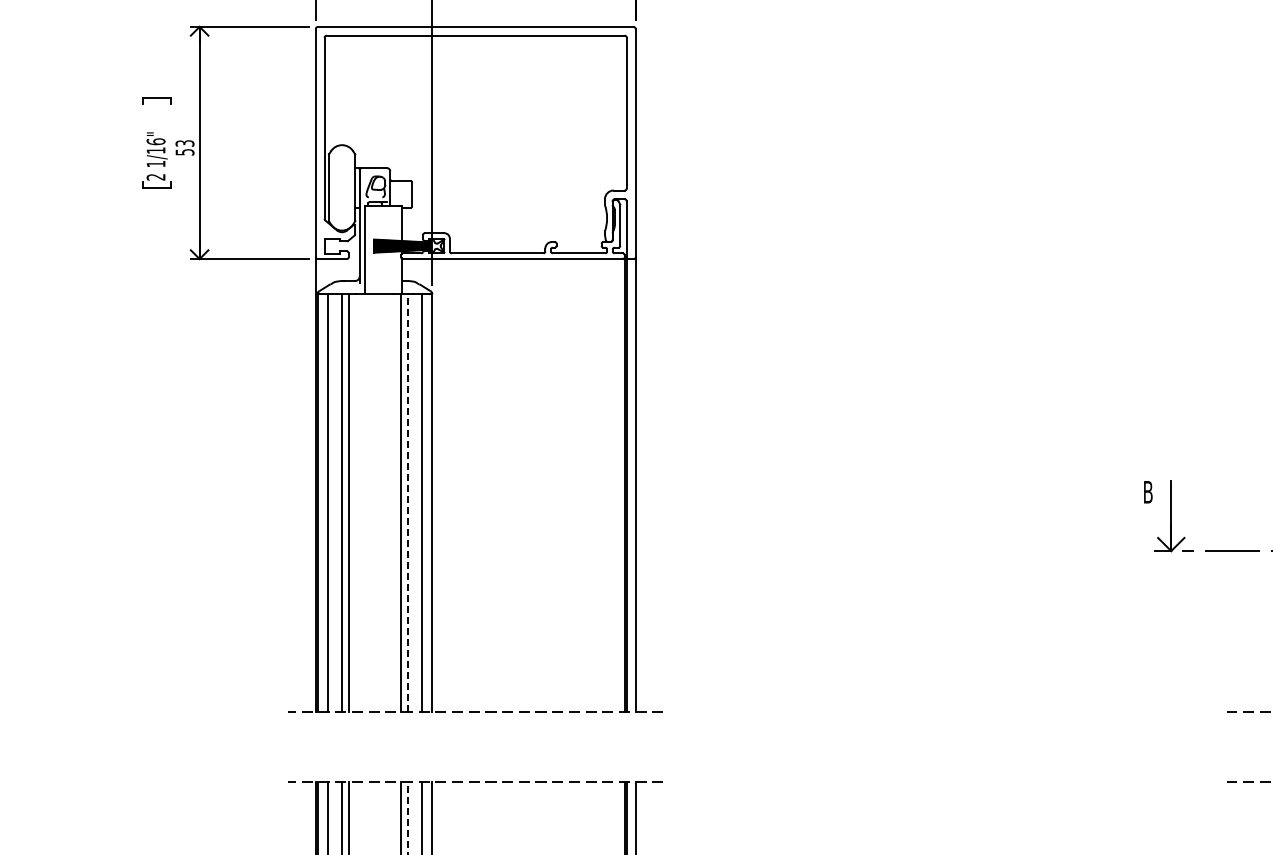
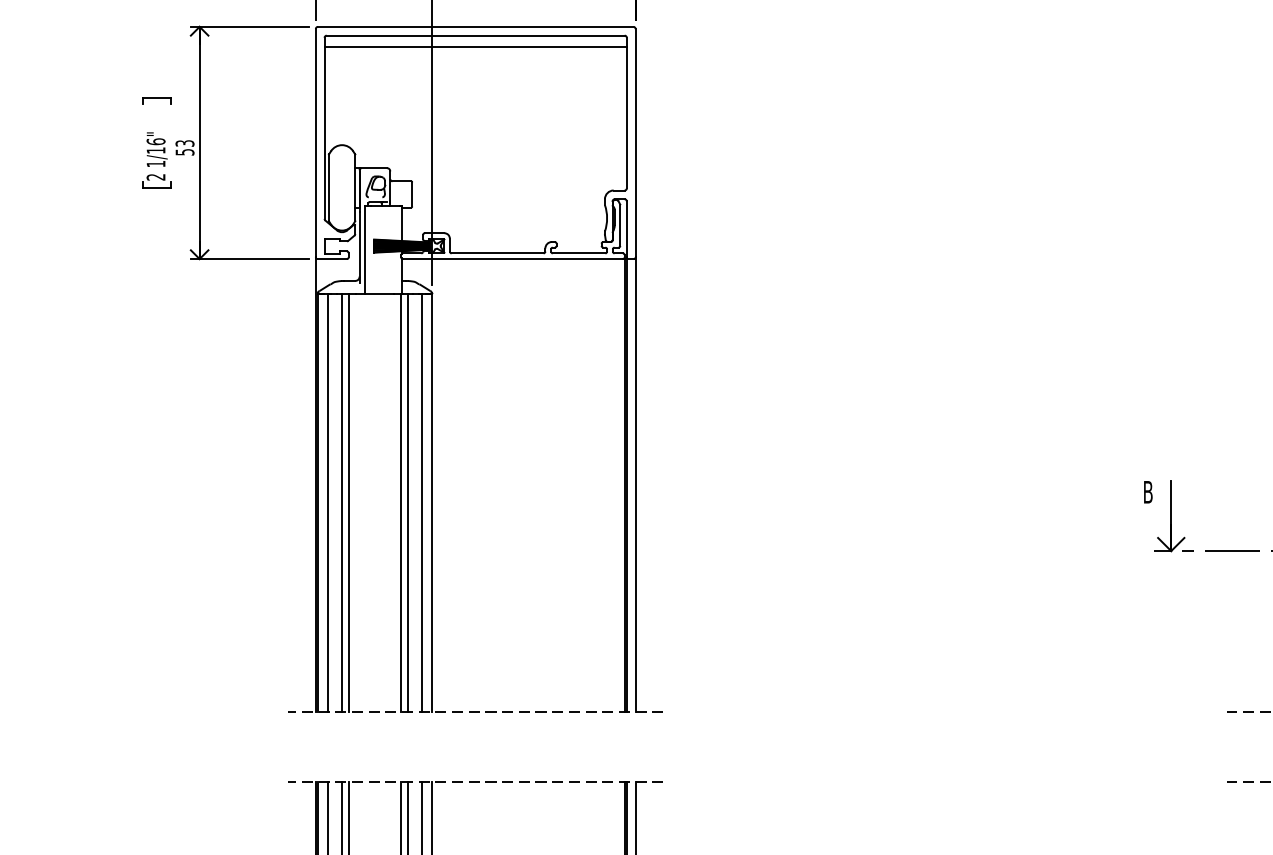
line at (475, 46): none -> present
line at (408, 502): dashed -> solid
line at (408, 817): dashed -> solid
